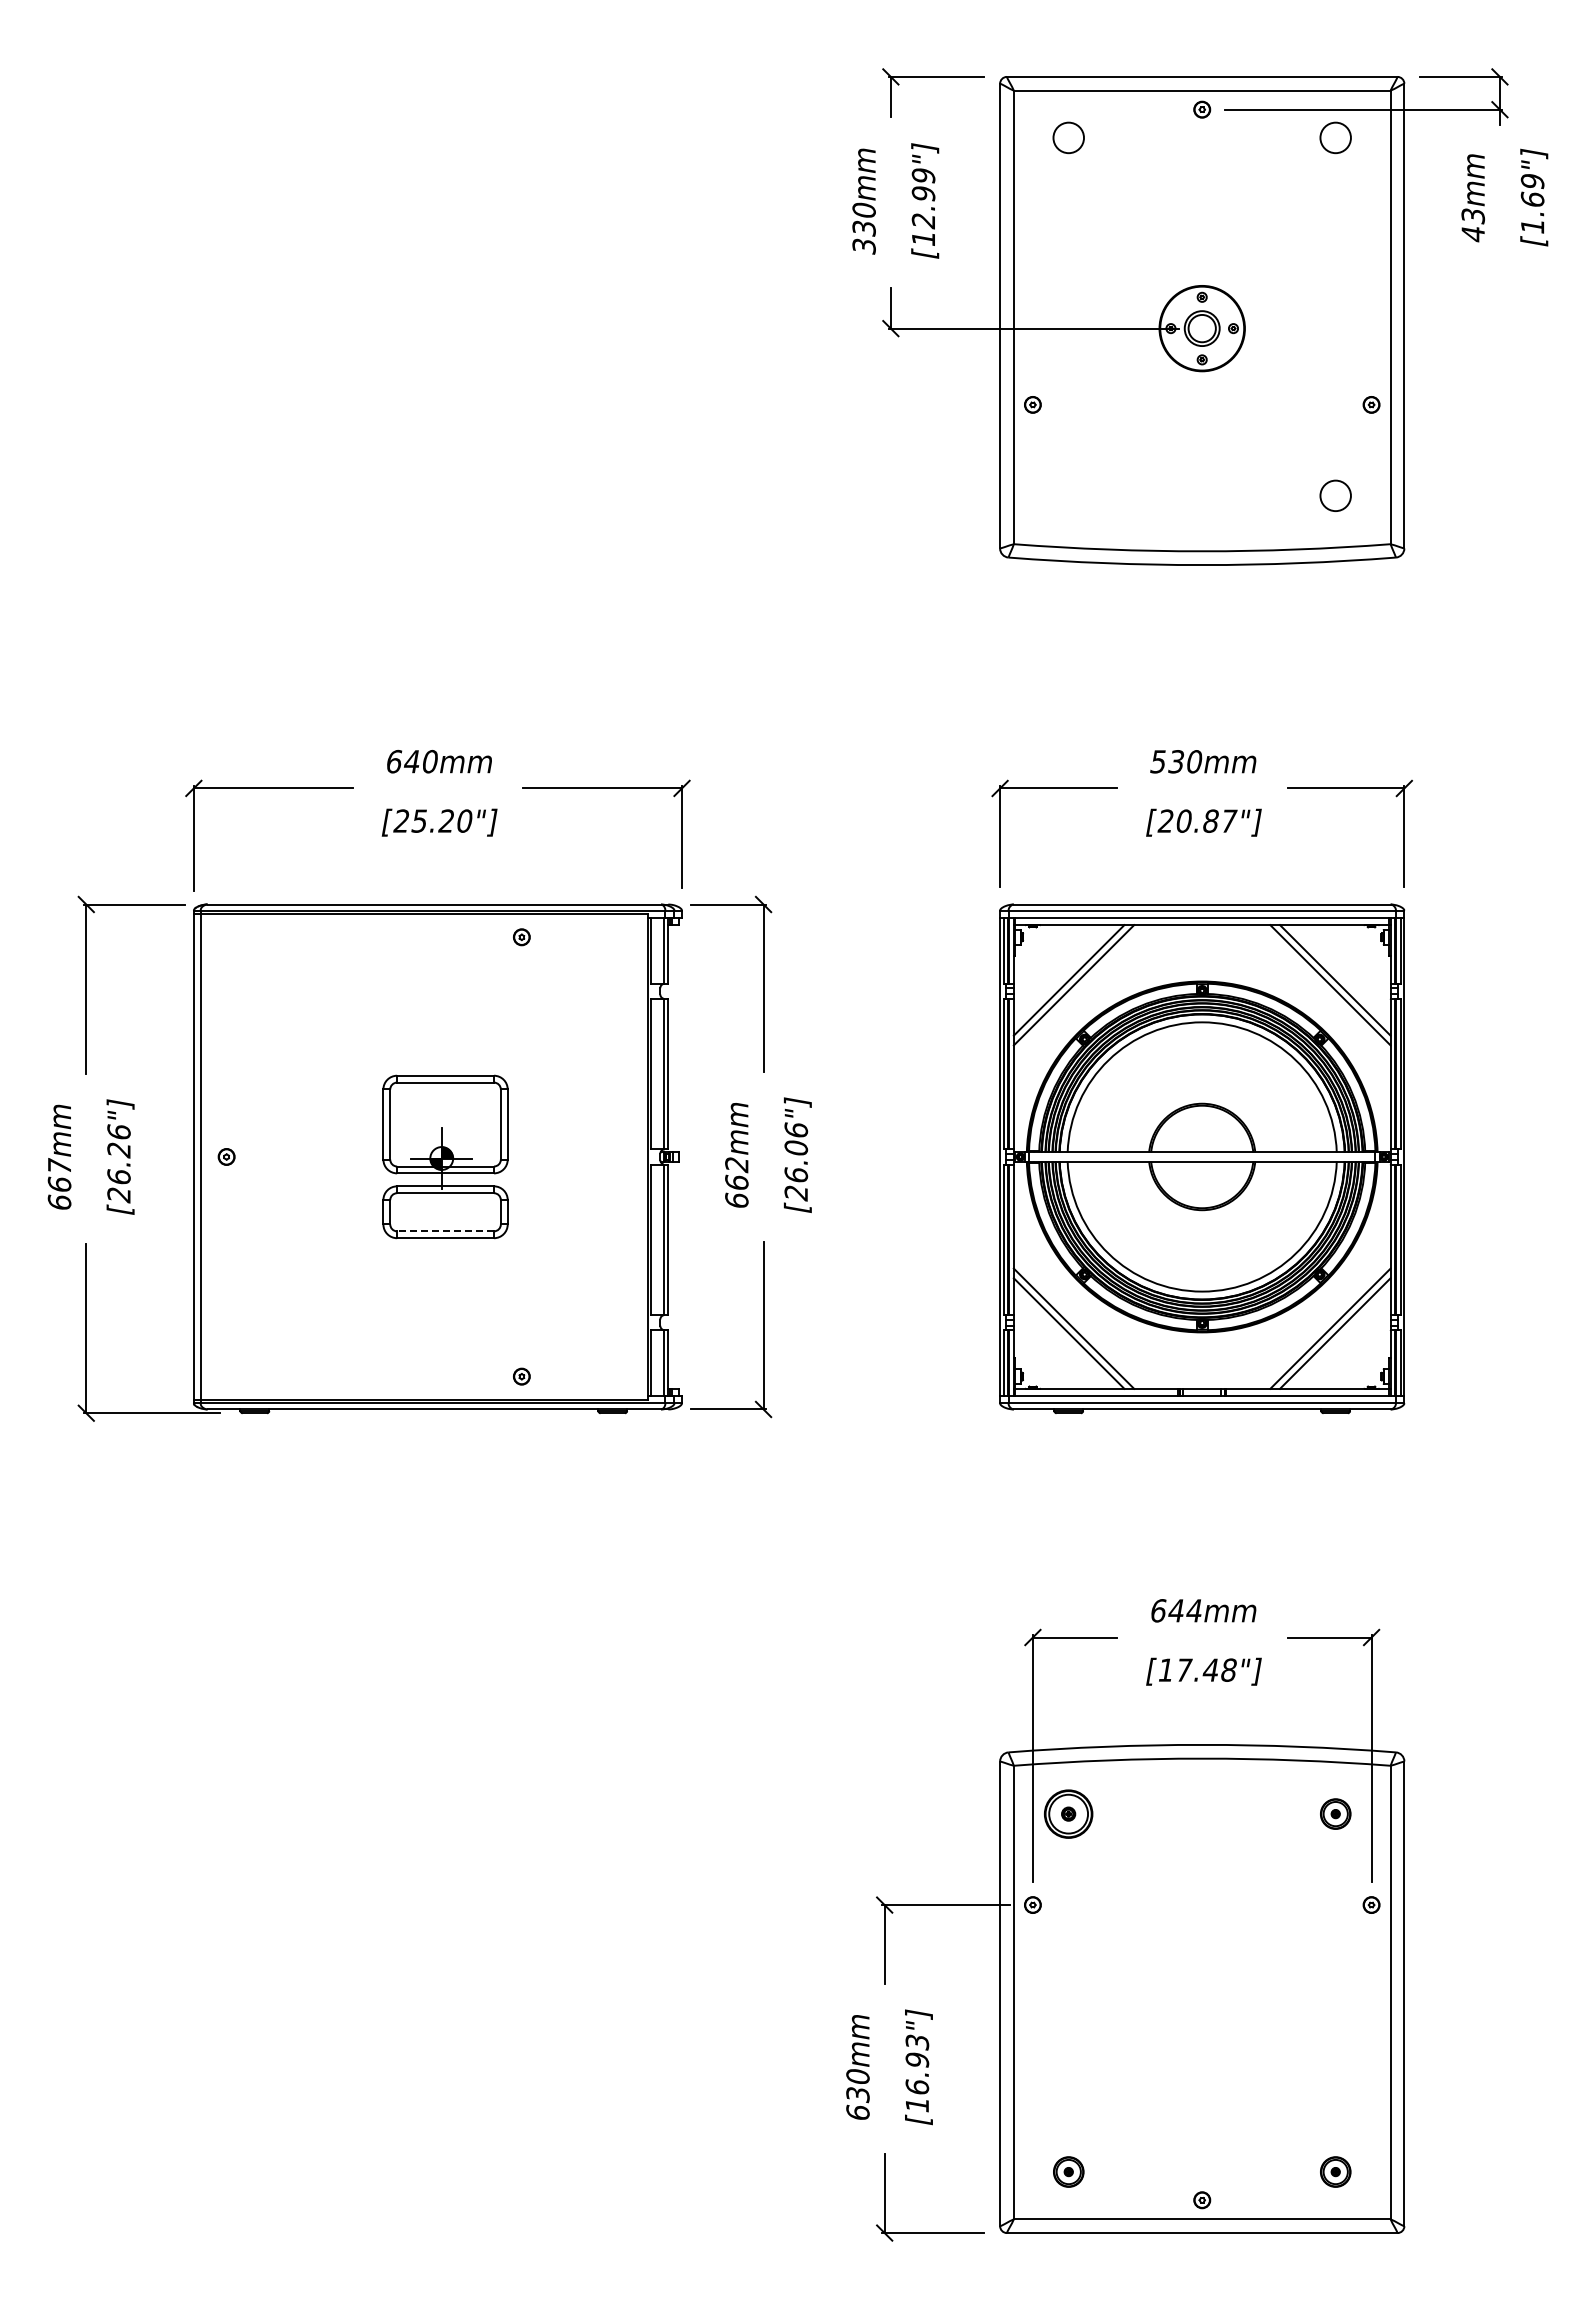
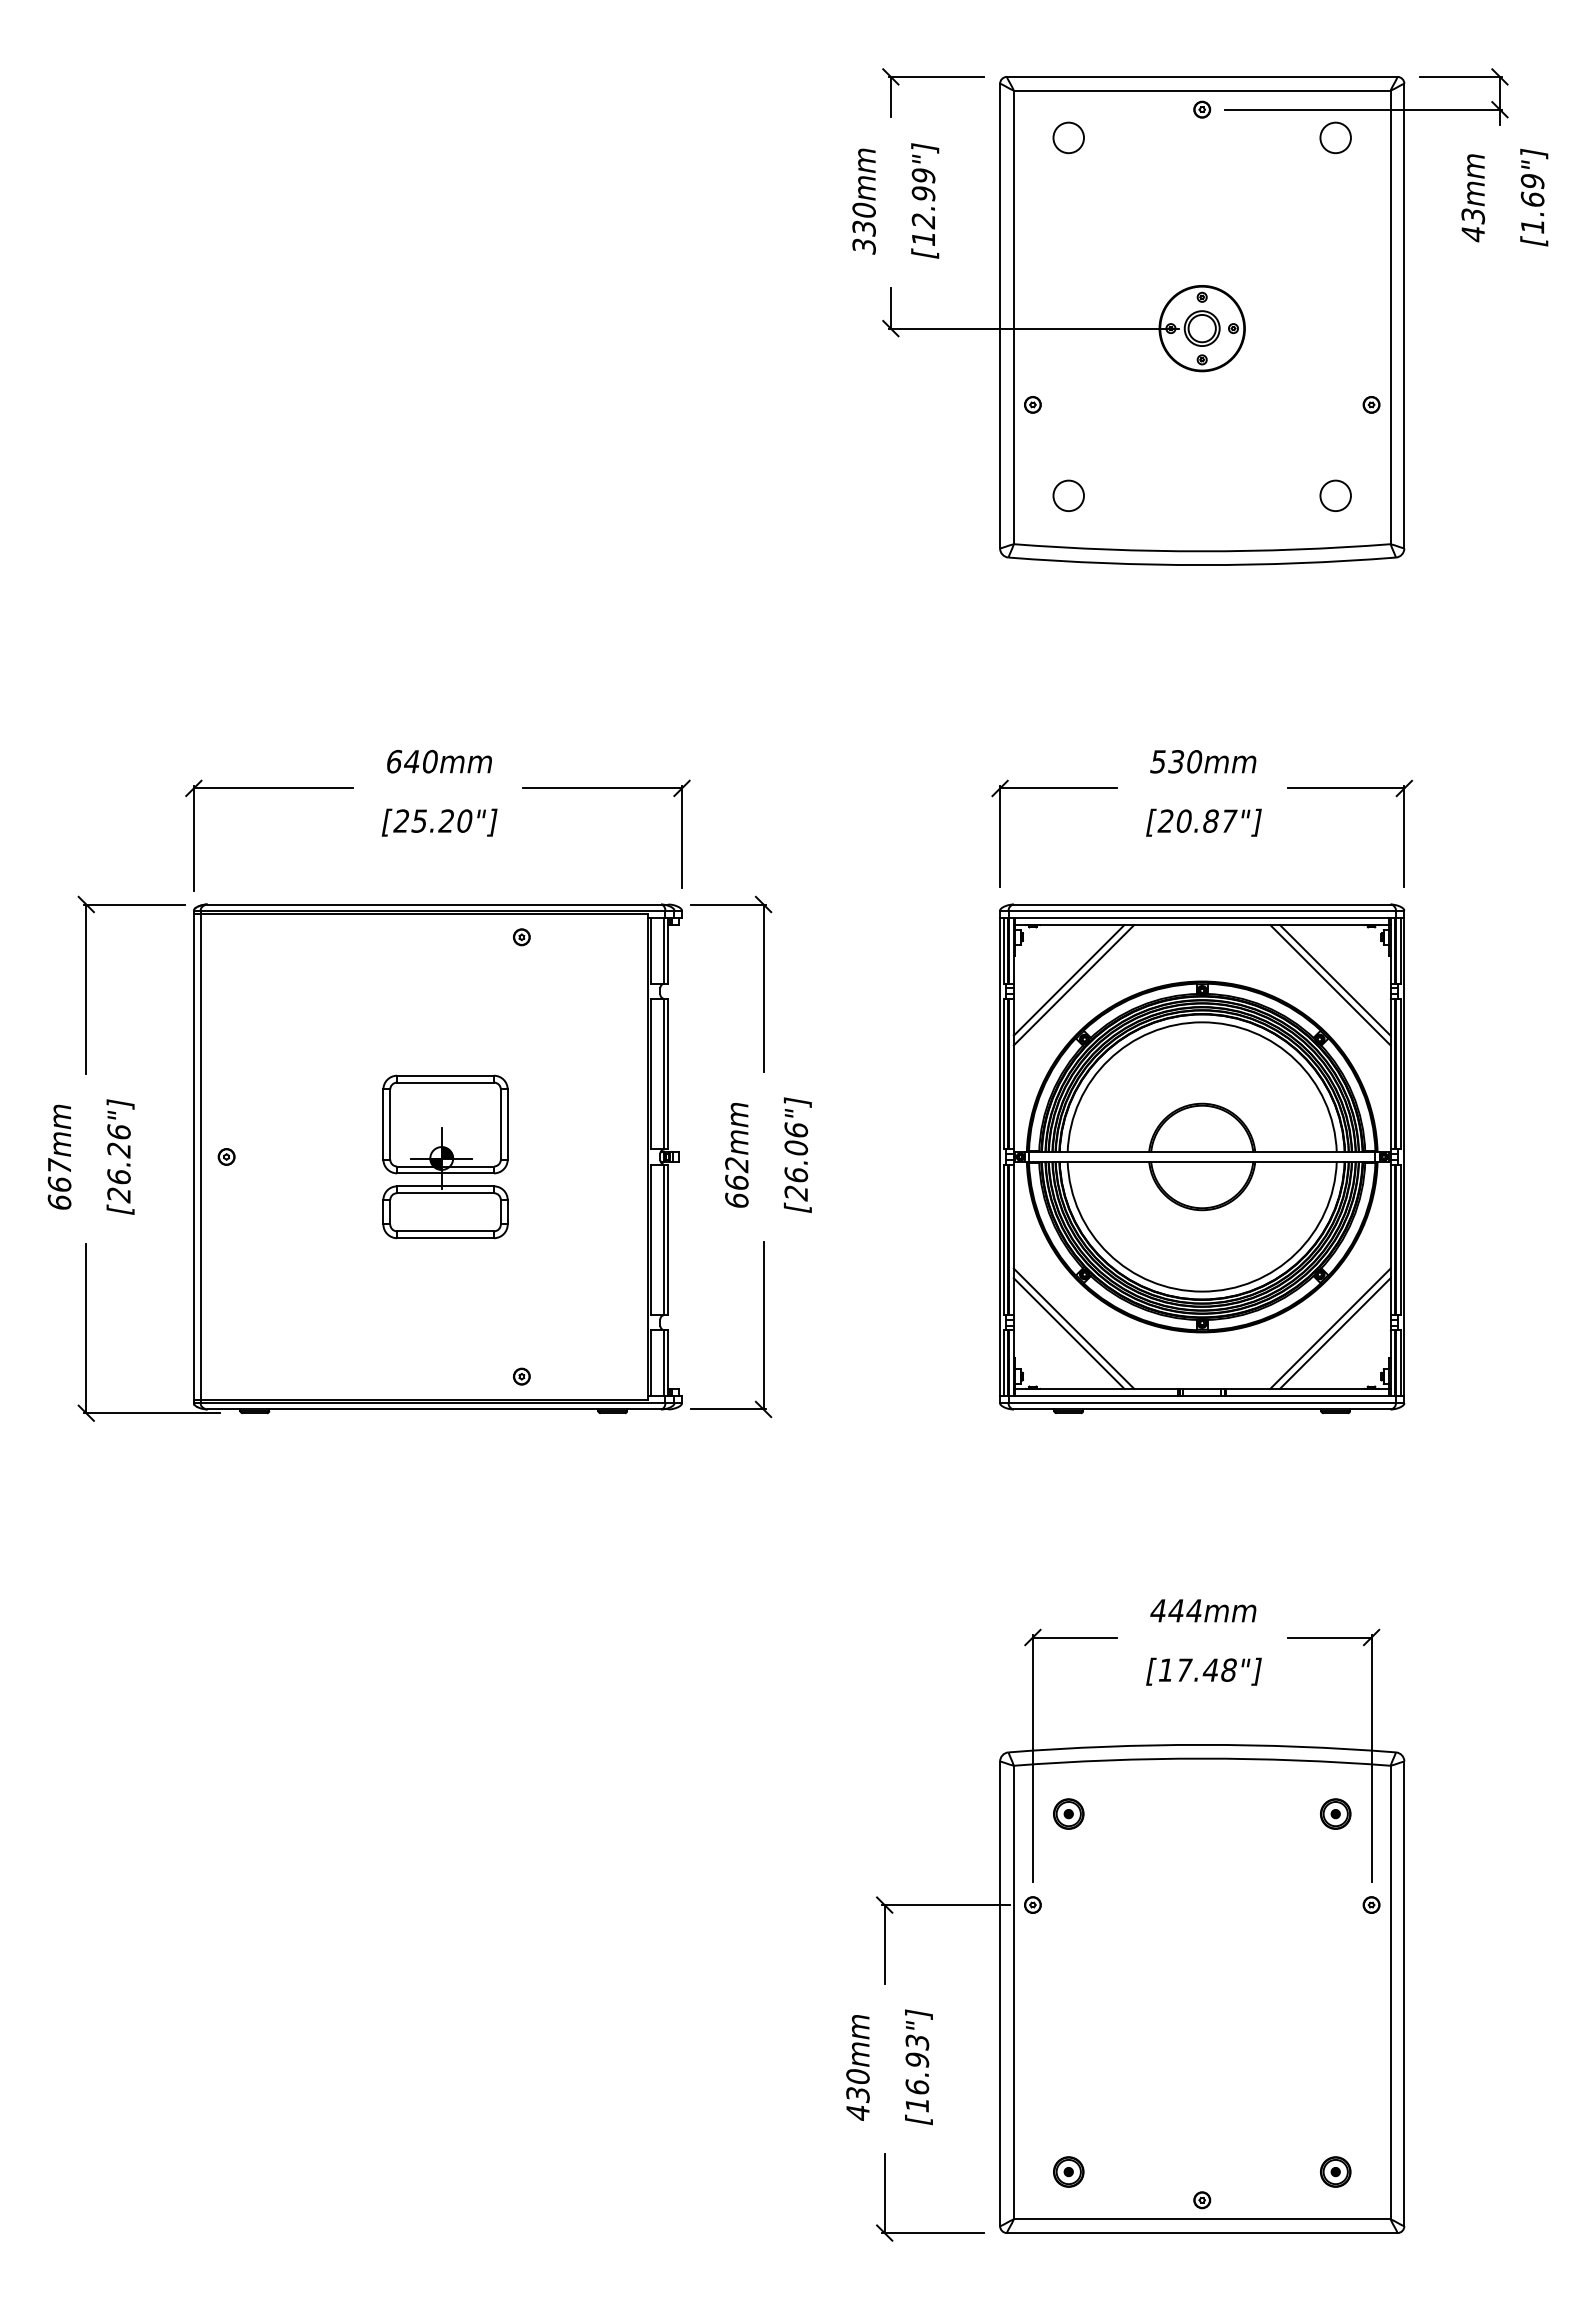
circle at (1068, 495): none -> present
line at (445, 1231): dashed -> solid
text at (1158, 1610): 644mm -> 444mm
part at (1068, 1813) size: 50x50 px -> 32x32 px
text at (857, 2112): 630mm -> 430mm
